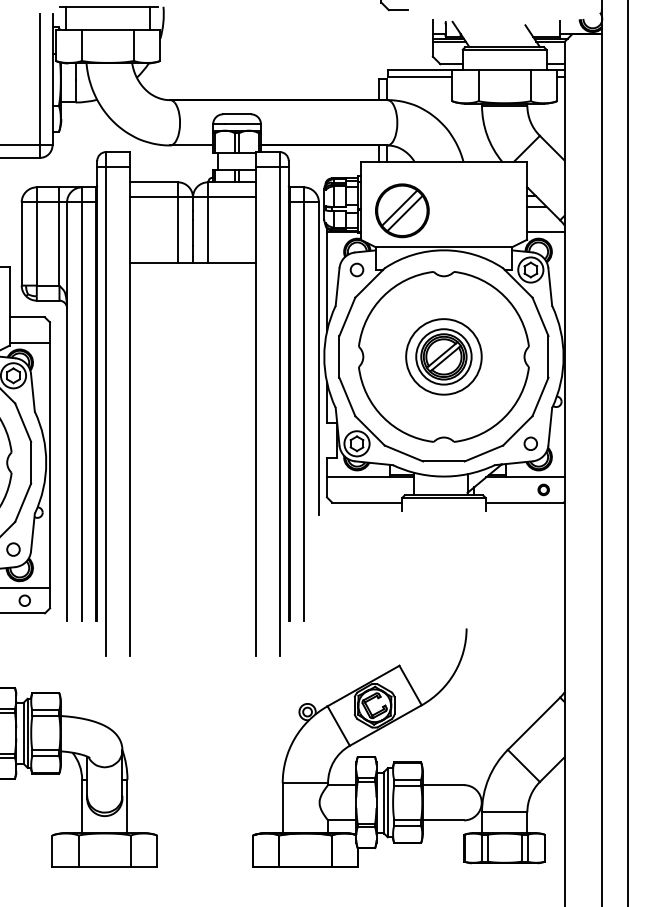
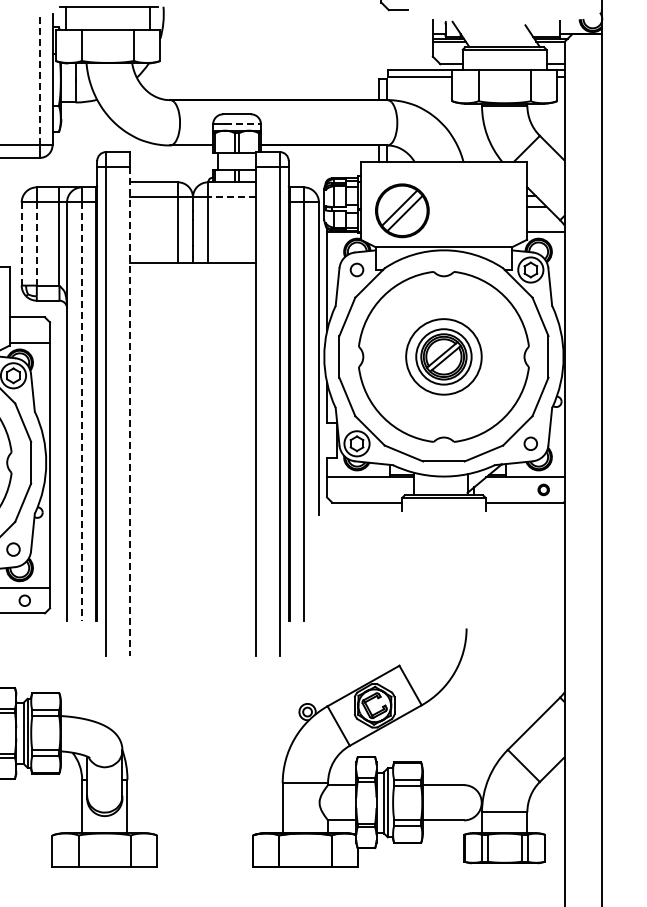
line at (39, 79): solid -> dashed
line at (243, 124): solid -> dashed
line at (232, 197): solid -> dashed
line at (21, 244): solid -> dashed
line at (36, 244): solid -> dashed
line at (82, 412): solid -> dashed
line at (130, 412): solid -> dashed
line at (627, 452): present -> none
